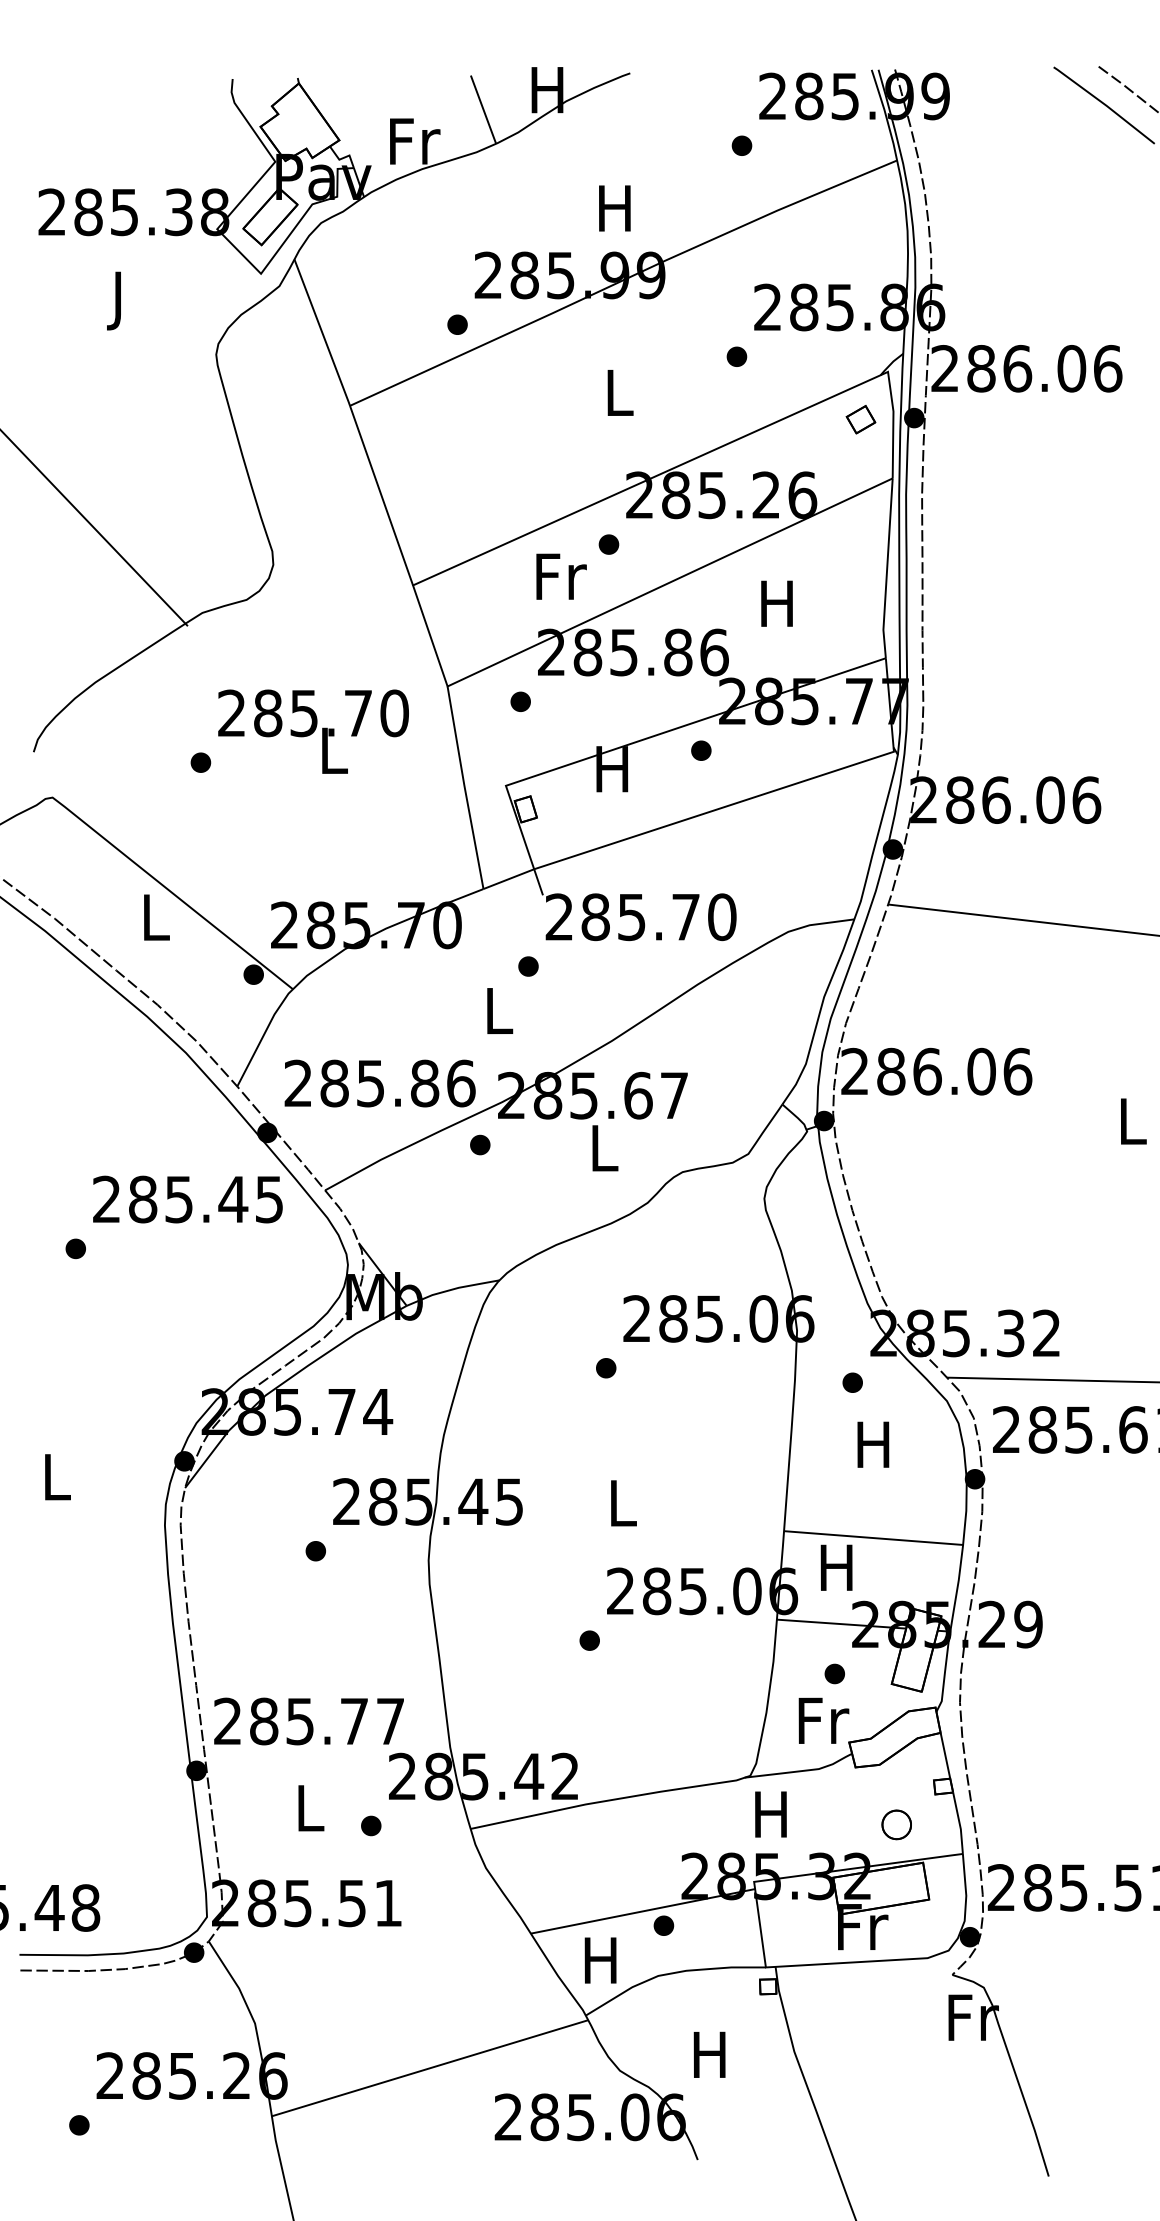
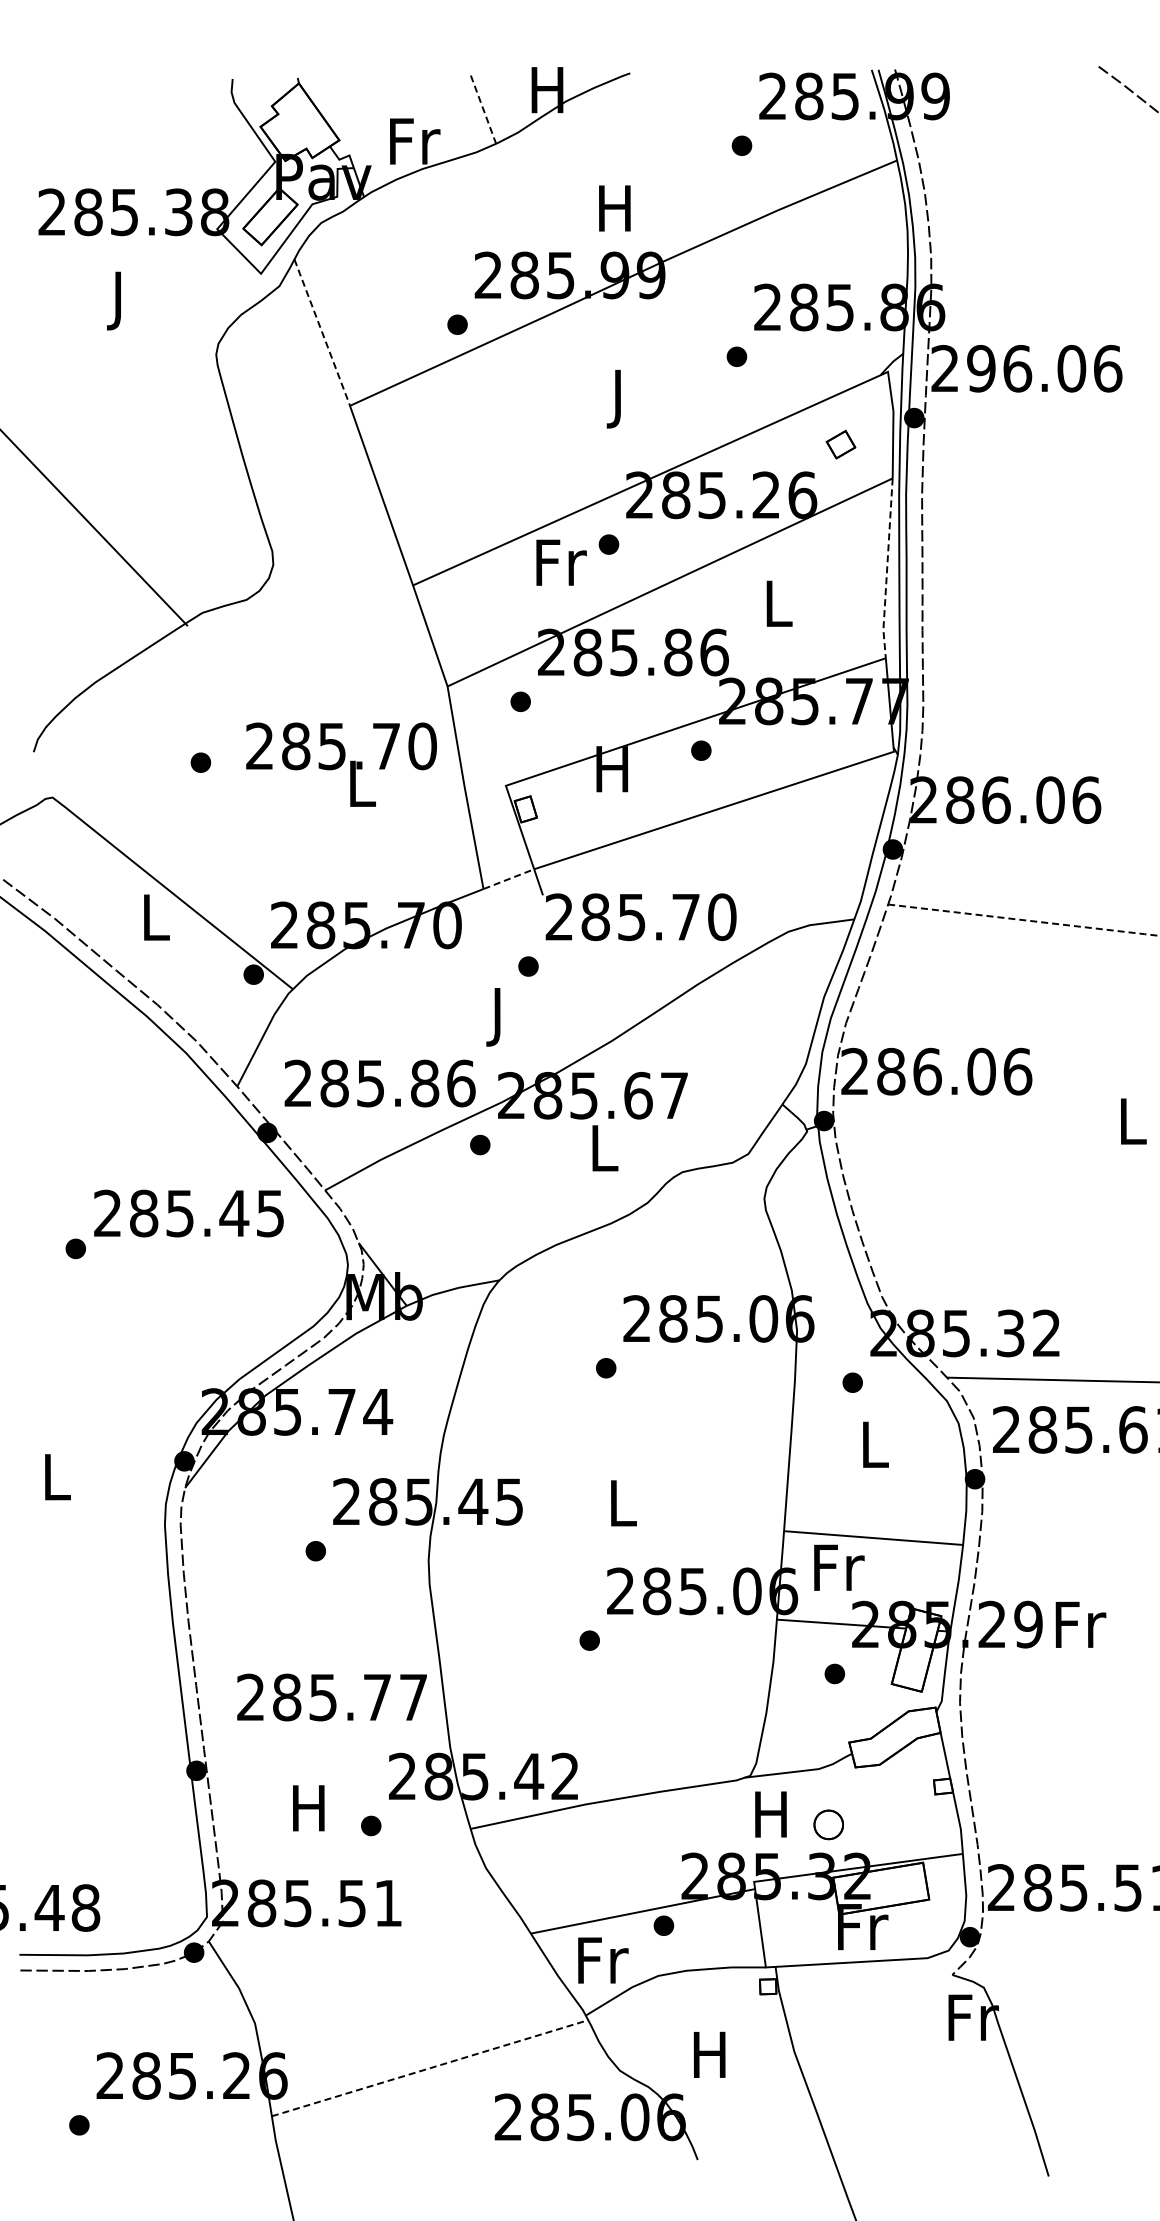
line at (1103, 104): present -> none
line at (483, 110): solid -> dashed
line at (322, 333): solid -> dashed
text at (981, 368): 286.06 -> 296.06
text at (619, 398): L -> J
part at (860, 419) position: (860, 419) -> (840, 444)
line at (887, 569): solid -> dashed
text at (561, 576) position: (561, 576) -> (561, 562)
text at (776, 603): H -> L
text at (313, 731) position: (313, 731) -> (341, 764)
line at (509, 878): solid -> dashed
line at (1024, 920): solid -> dashed
text at (499, 1017): L -> J
text at (187, 1199) position: (187, 1199) -> (188, 1213)
text at (873, 1444): H -> L
text at (839, 1567): H -> Fr
text at (823, 1720) position: (823, 1720) -> (1080, 1624)
text at (308, 1721) position: (308, 1721) -> (331, 1697)
text at (308, 1808): L -> H
part at (896, 1824) position: (896, 1824) -> (828, 1824)
text at (603, 1960): H -> Fr
line at (430, 2068): solid -> dashed
